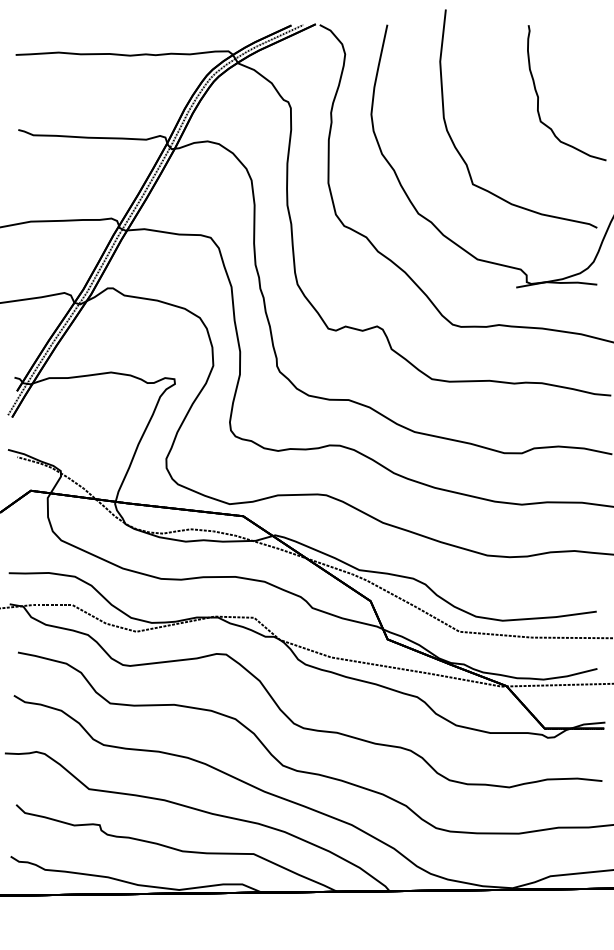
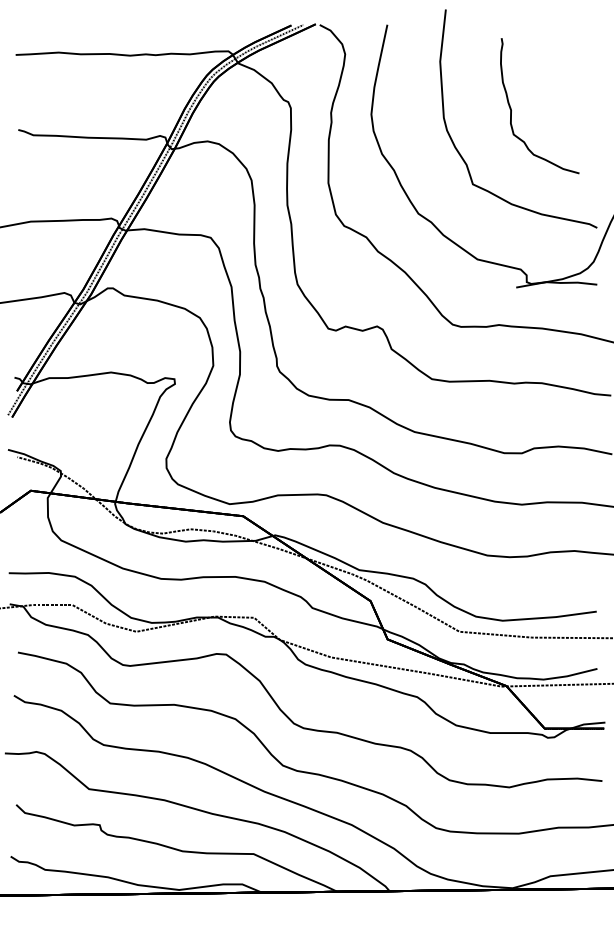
curve at (538, 94) position: (538, 94) -> (511, 107)
